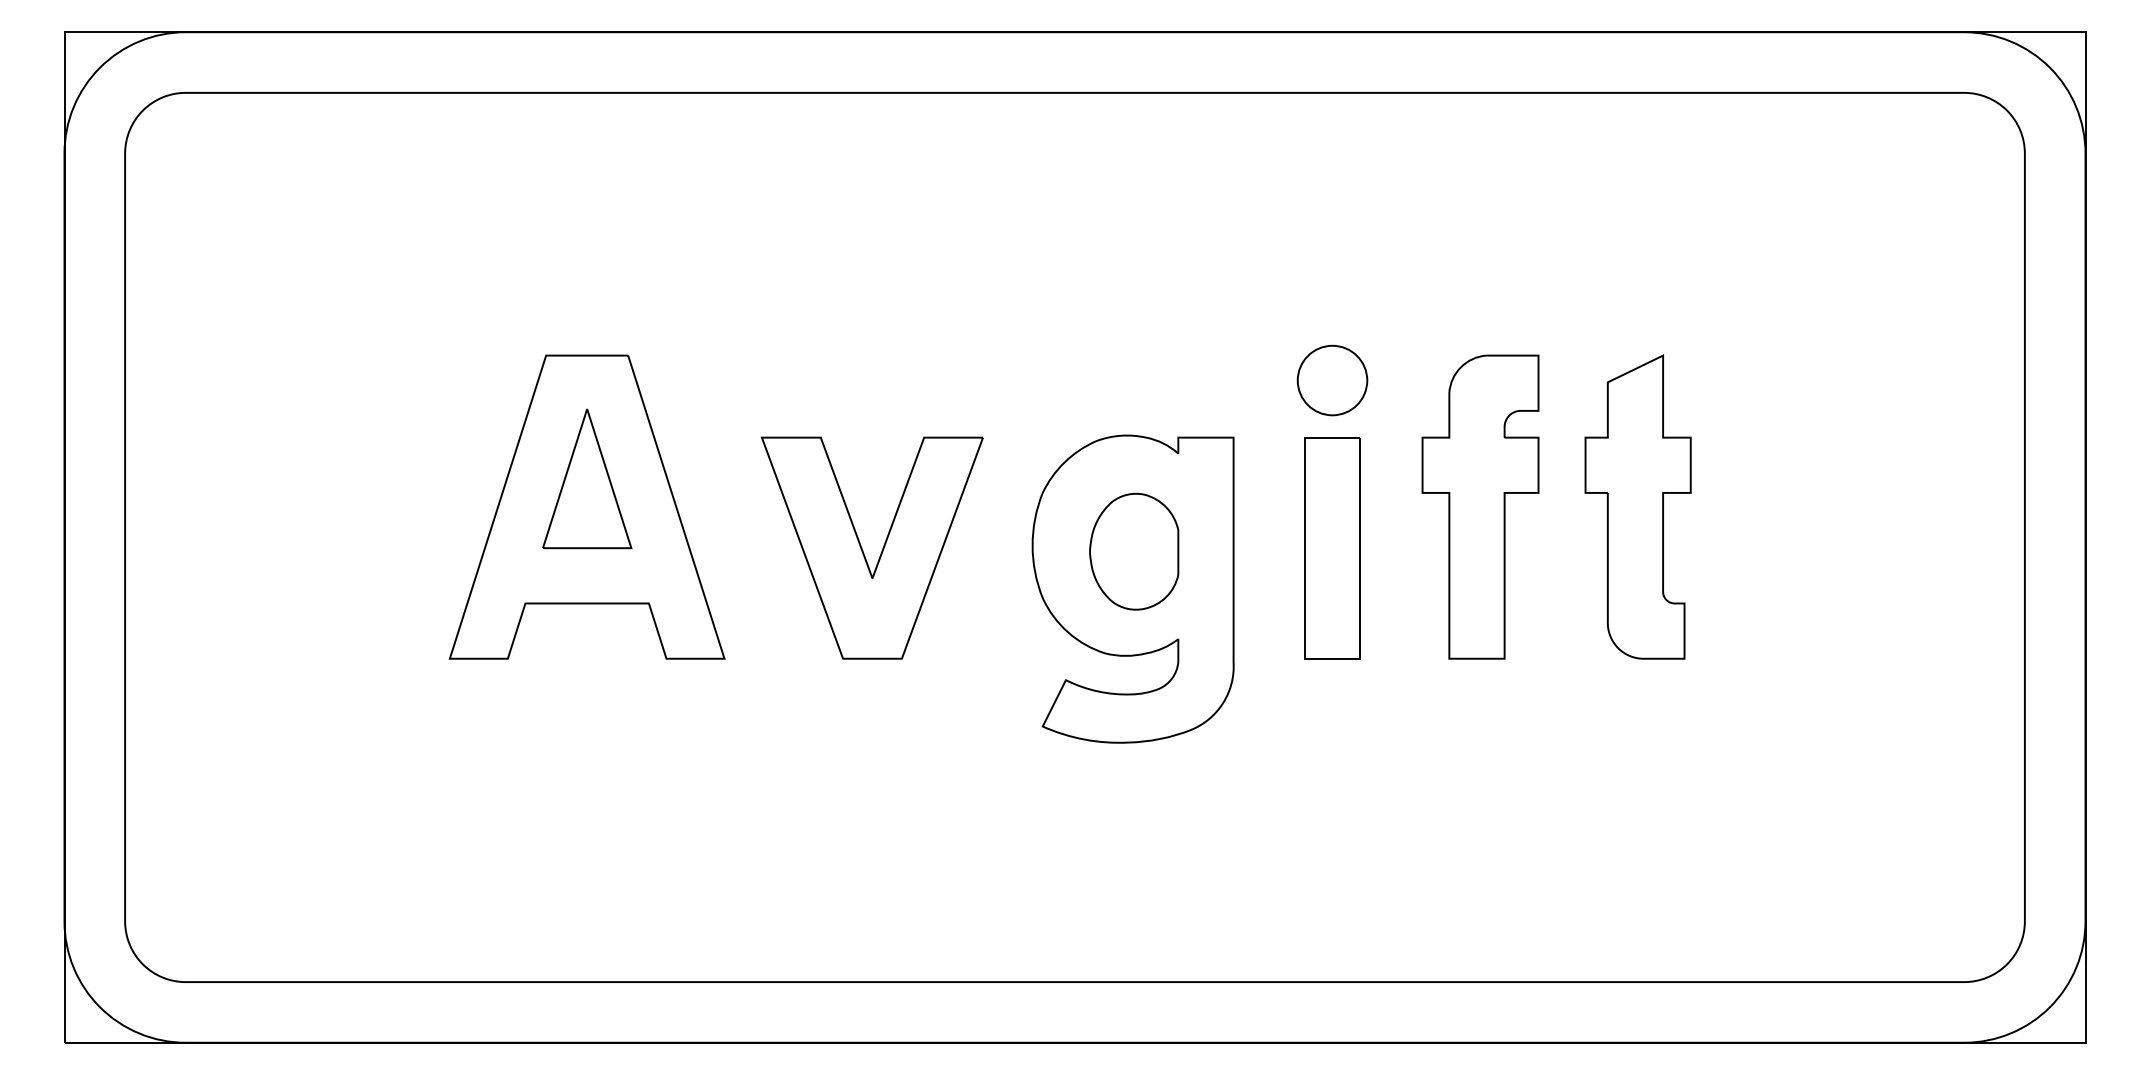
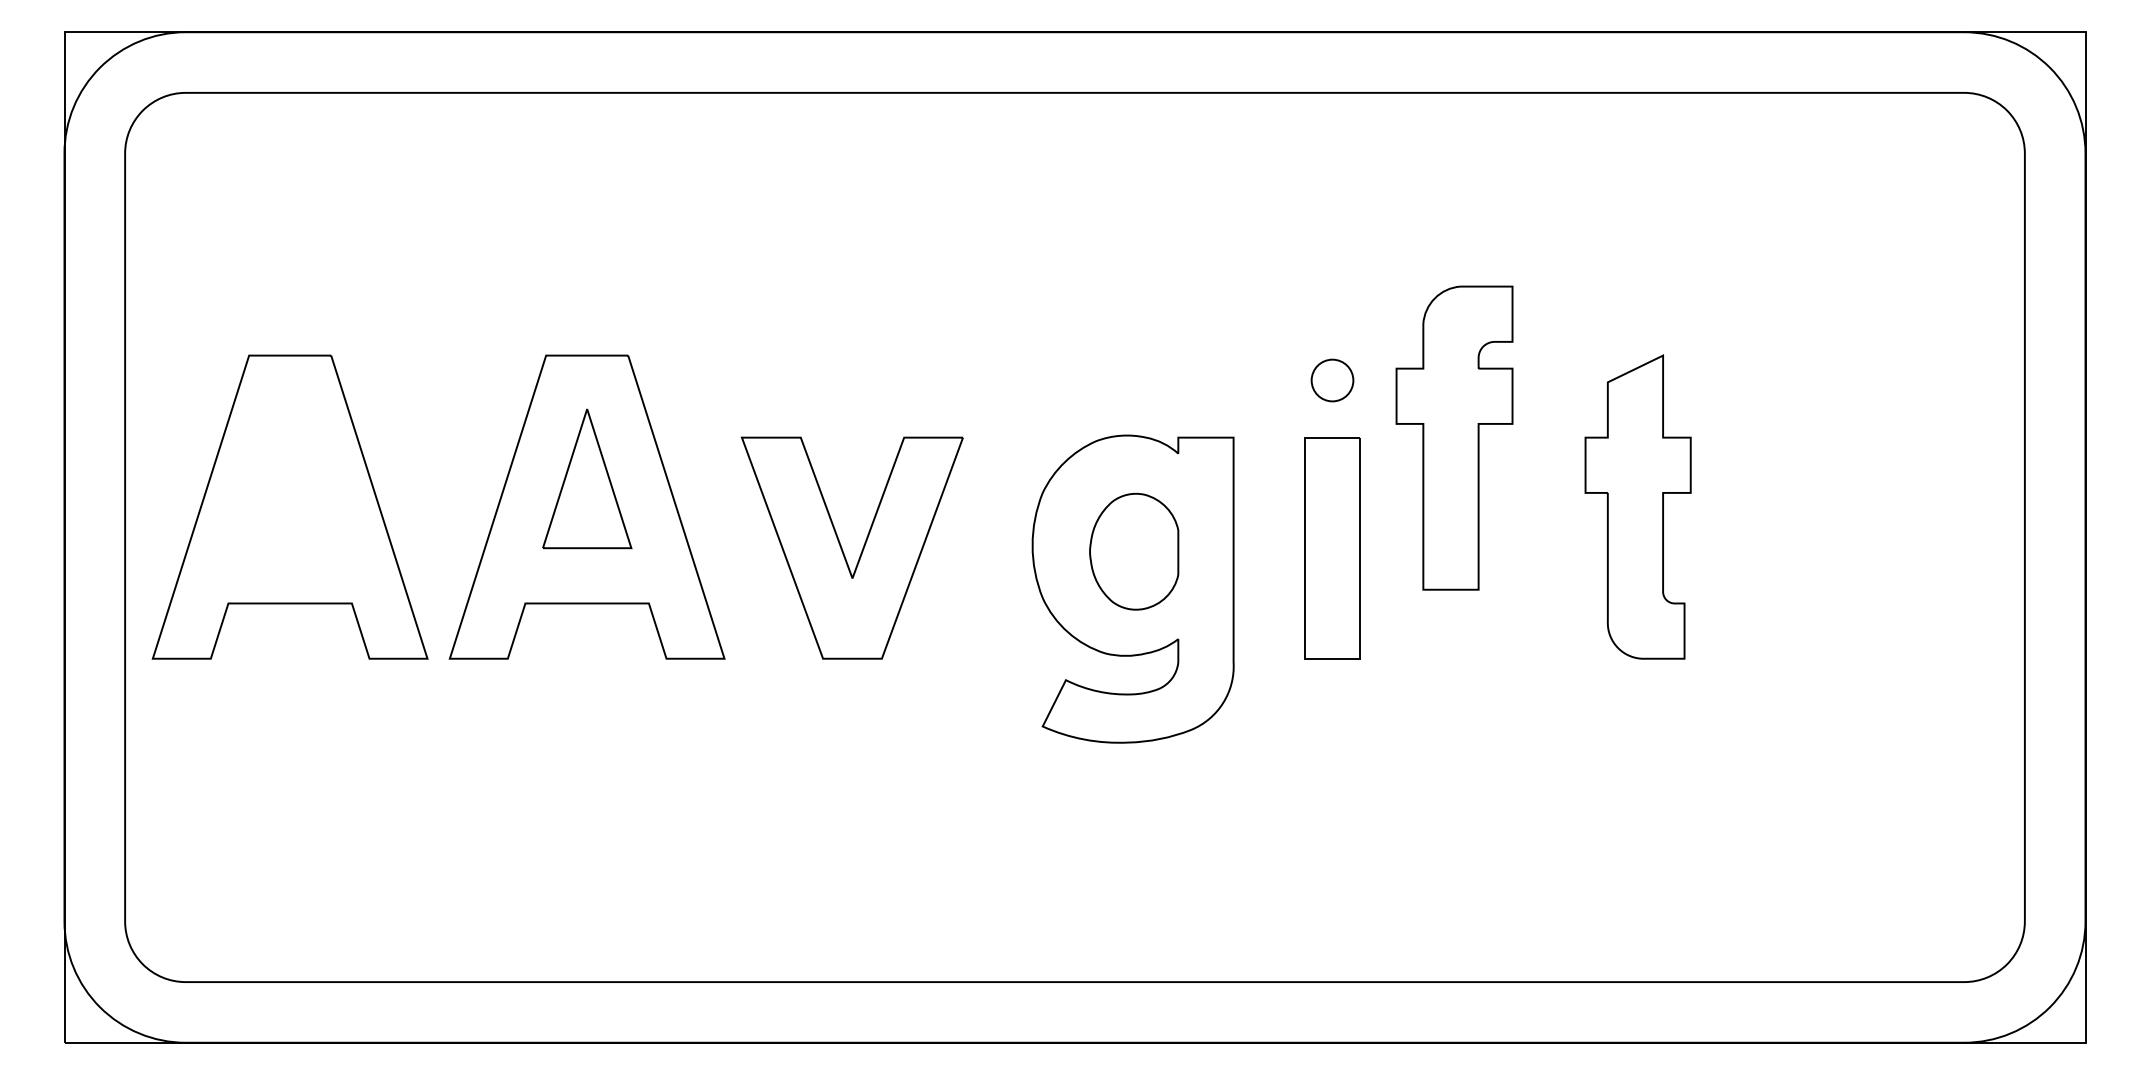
part at (1332, 380) size: 73x73 px -> 45x45 px
part at (289, 506): none -> present
part at (1480, 506) position: (1480, 506) -> (1454, 437)
part at (863, 550) position: (863, 550) -> (843, 550)
